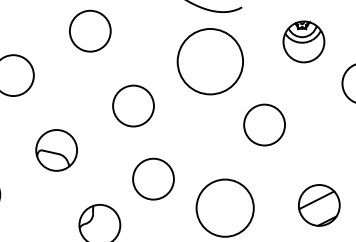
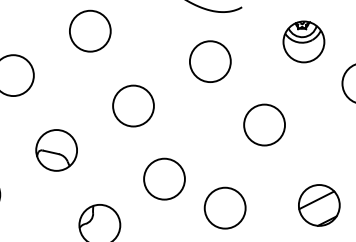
circle at (210, 61) diameter: 65 px -> 41 px
circle at (153, 178) position: (153, 178) -> (164, 178)
circle at (224, 207) diameter: 57 px -> 41 px
